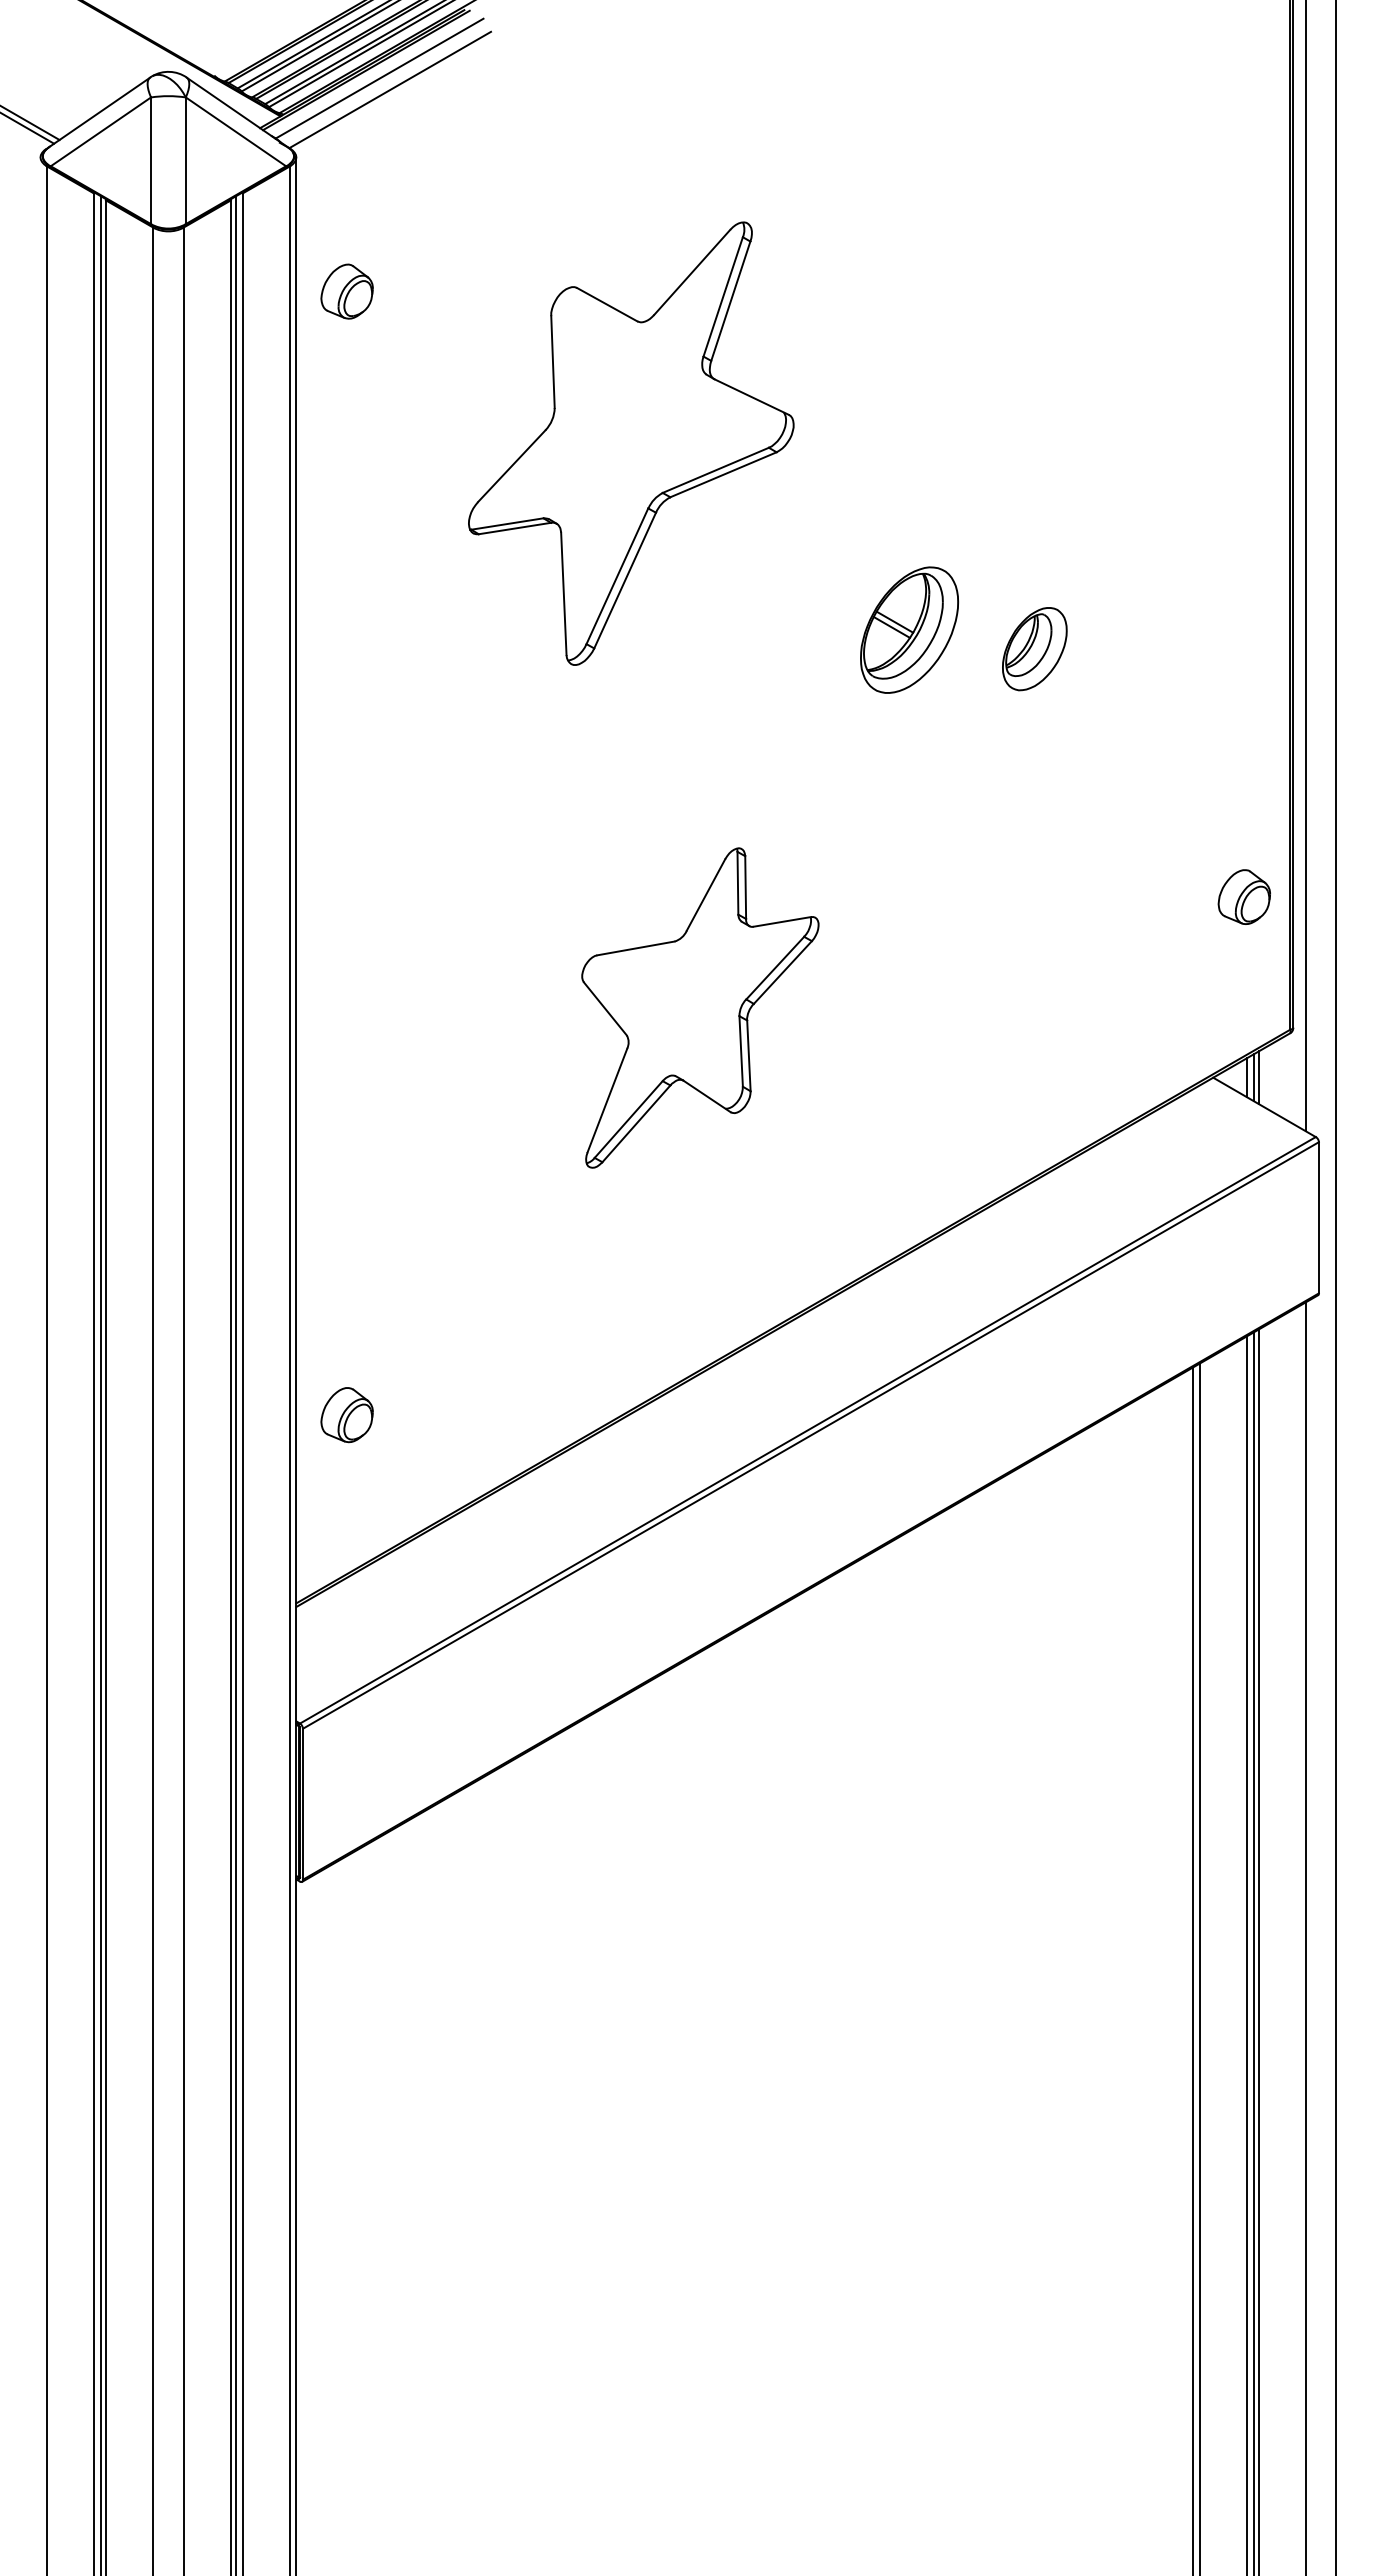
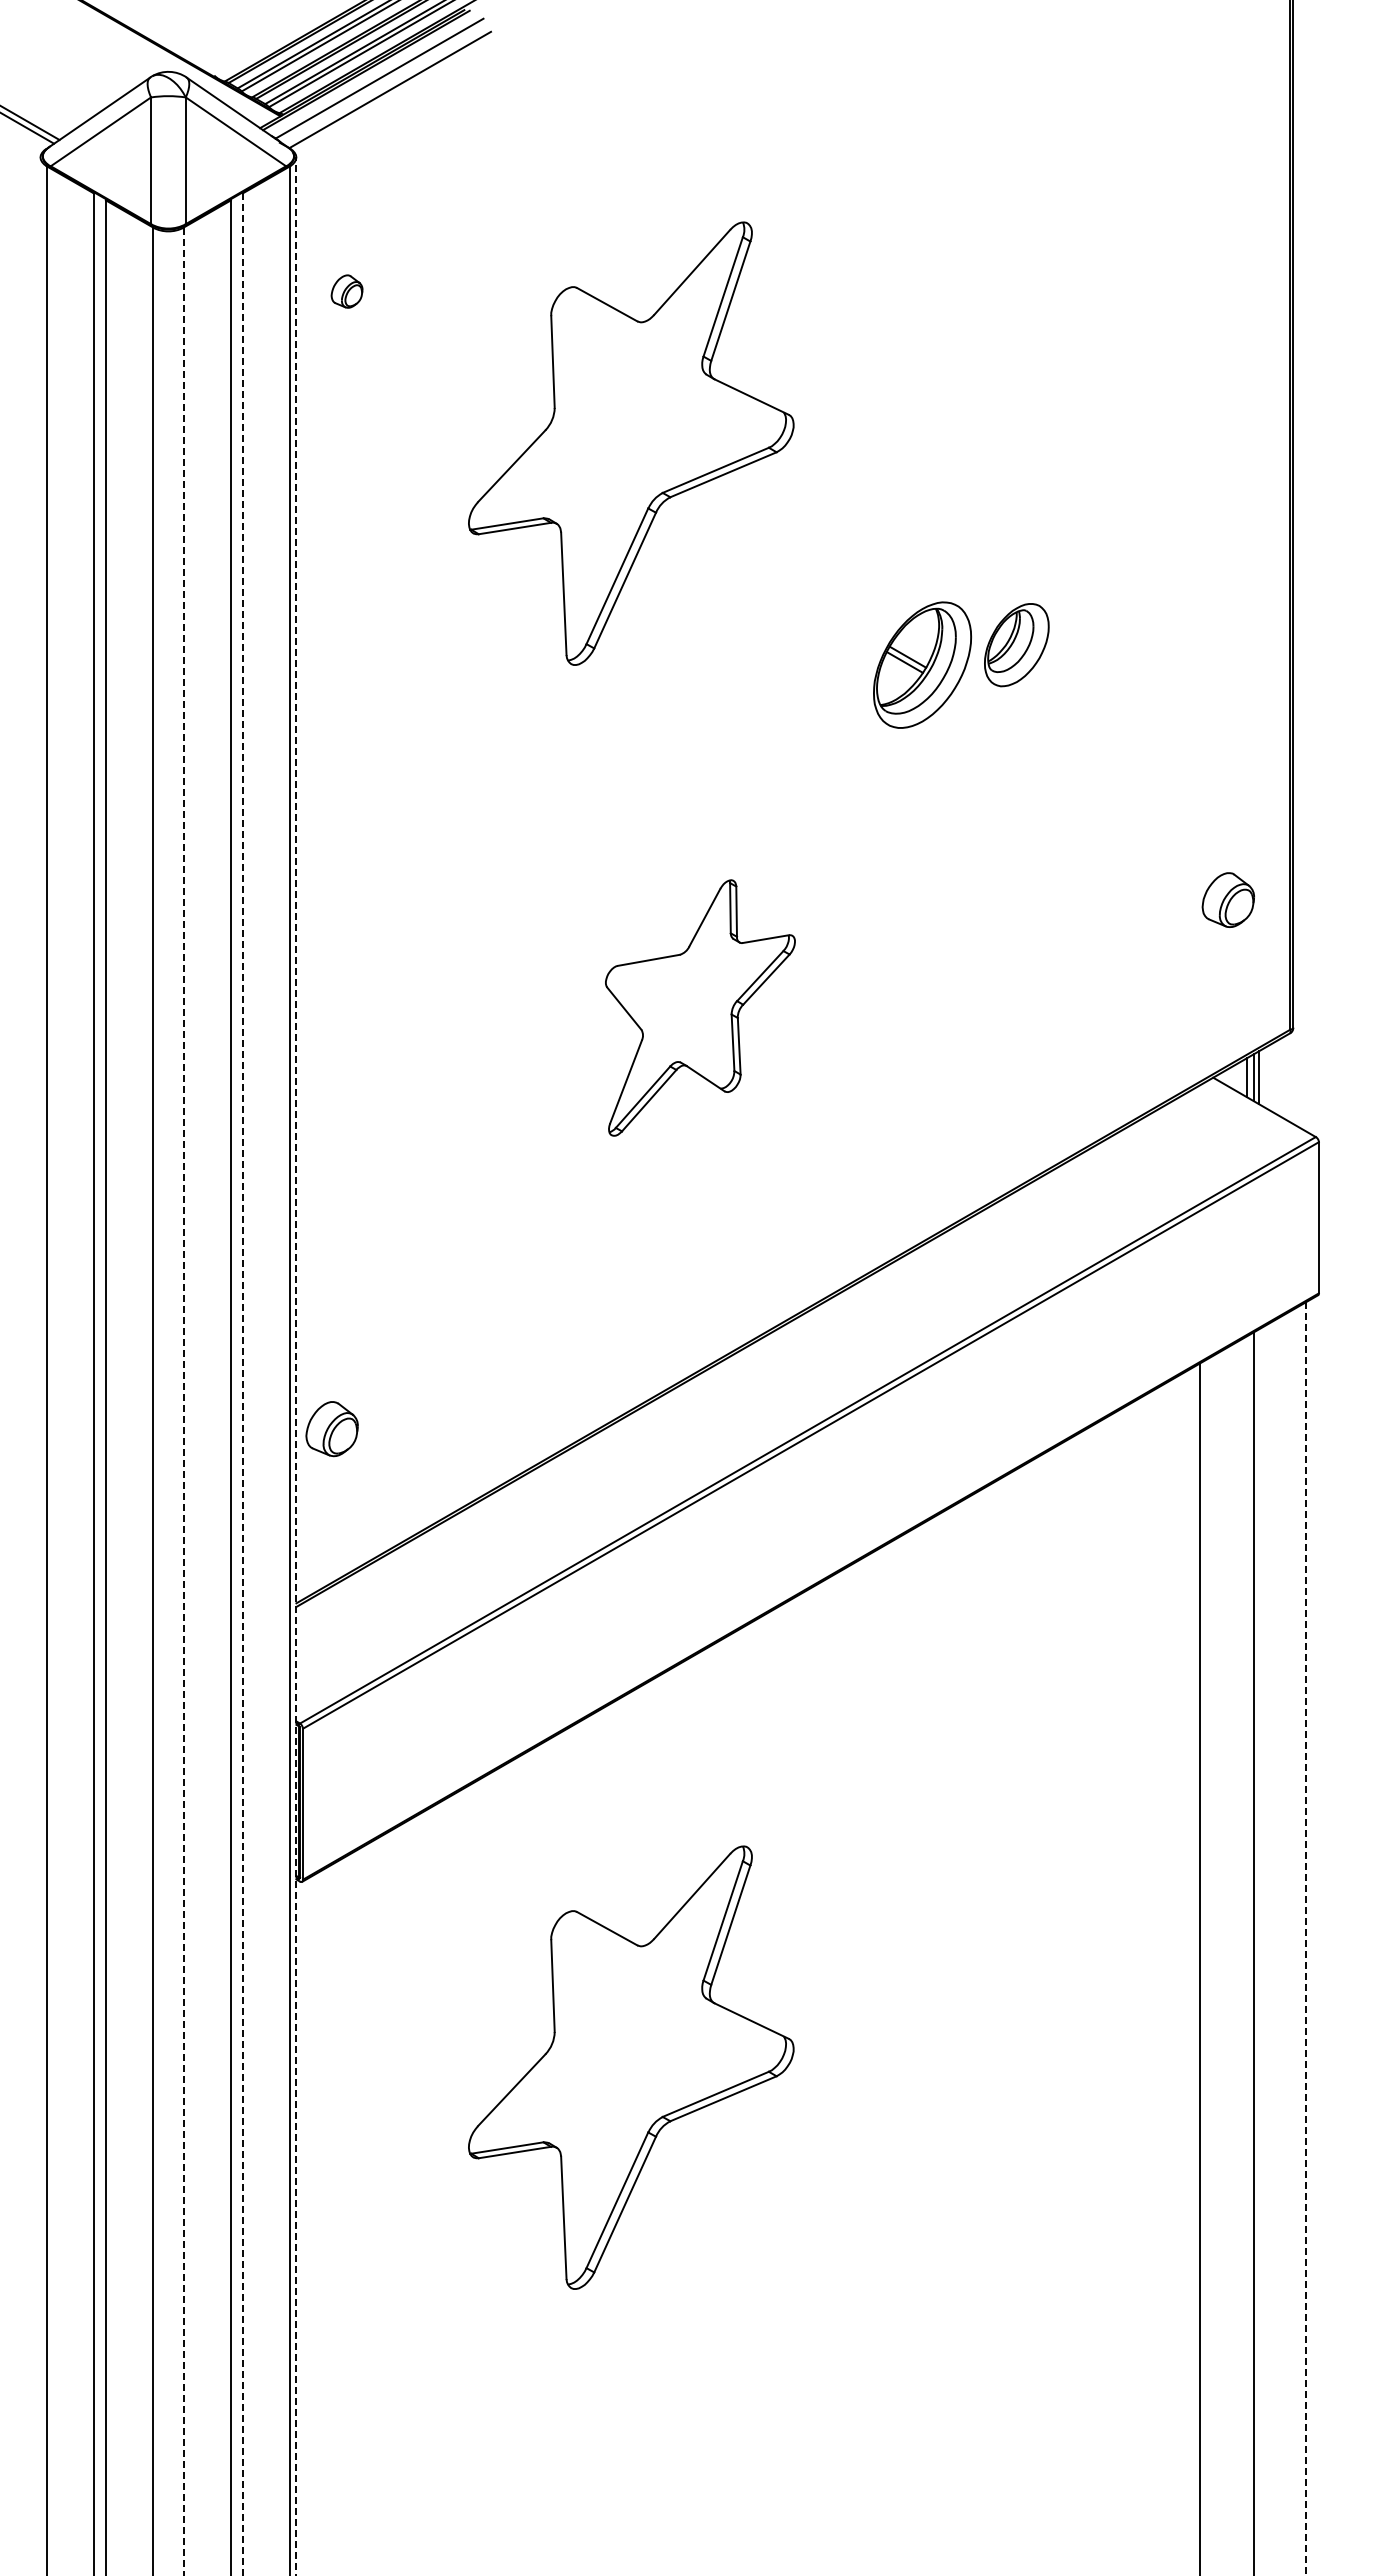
part at (346, 291) size: 54x57 px -> 34x35 px
line at (1306, 566): present -> none
part at (909, 629) position: (909, 629) -> (922, 664)
part at (1034, 649) position: (1034, 649) -> (1016, 645)
part at (1243, 896) position: (1243, 896) -> (1227, 899)
part at (700, 1007) size: 239x322 px -> 191x258 px
line at (1336, 1287): present -> none
line at (296, 1366): solid -> dashed
line at (100, 1384): present -> none
line at (235, 1384): present -> none
line at (242, 1385): solid -> dashed
line at (183, 1401): solid -> dashed
part at (346, 1415) position: (346, 1415) -> (331, 1429)
line at (1306, 1939): solid -> dashed
line at (1259, 1950): present -> none
line at (1246, 1954): present -> none
line at (1193, 1969): present -> none
part at (631, 2067): none -> present
